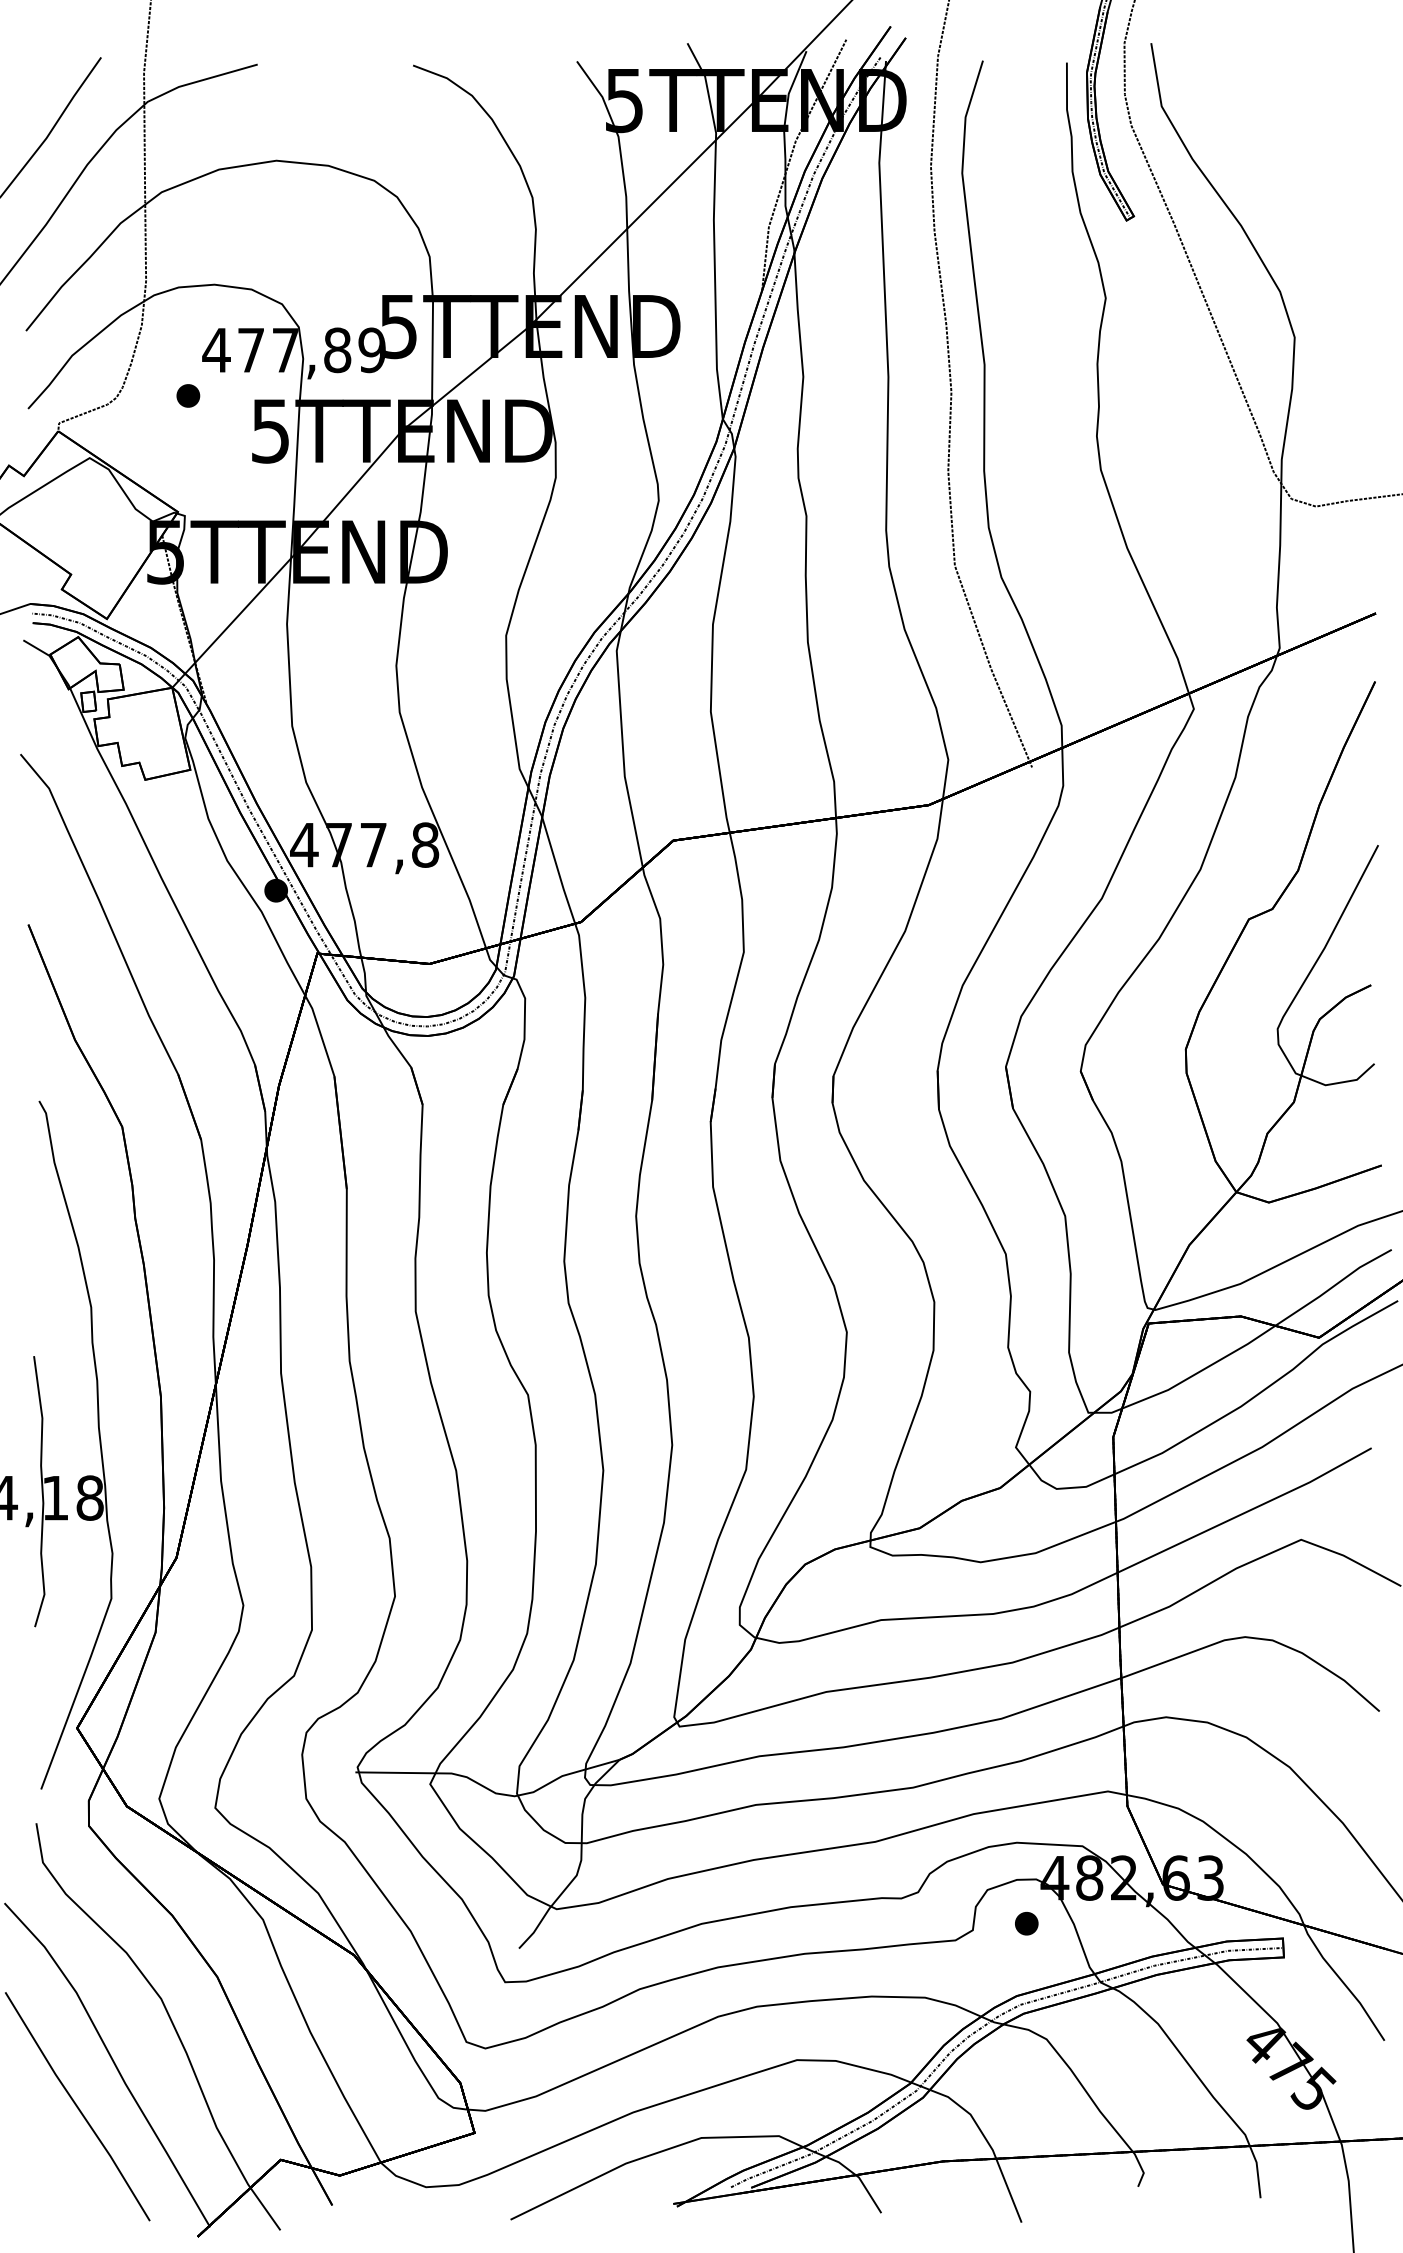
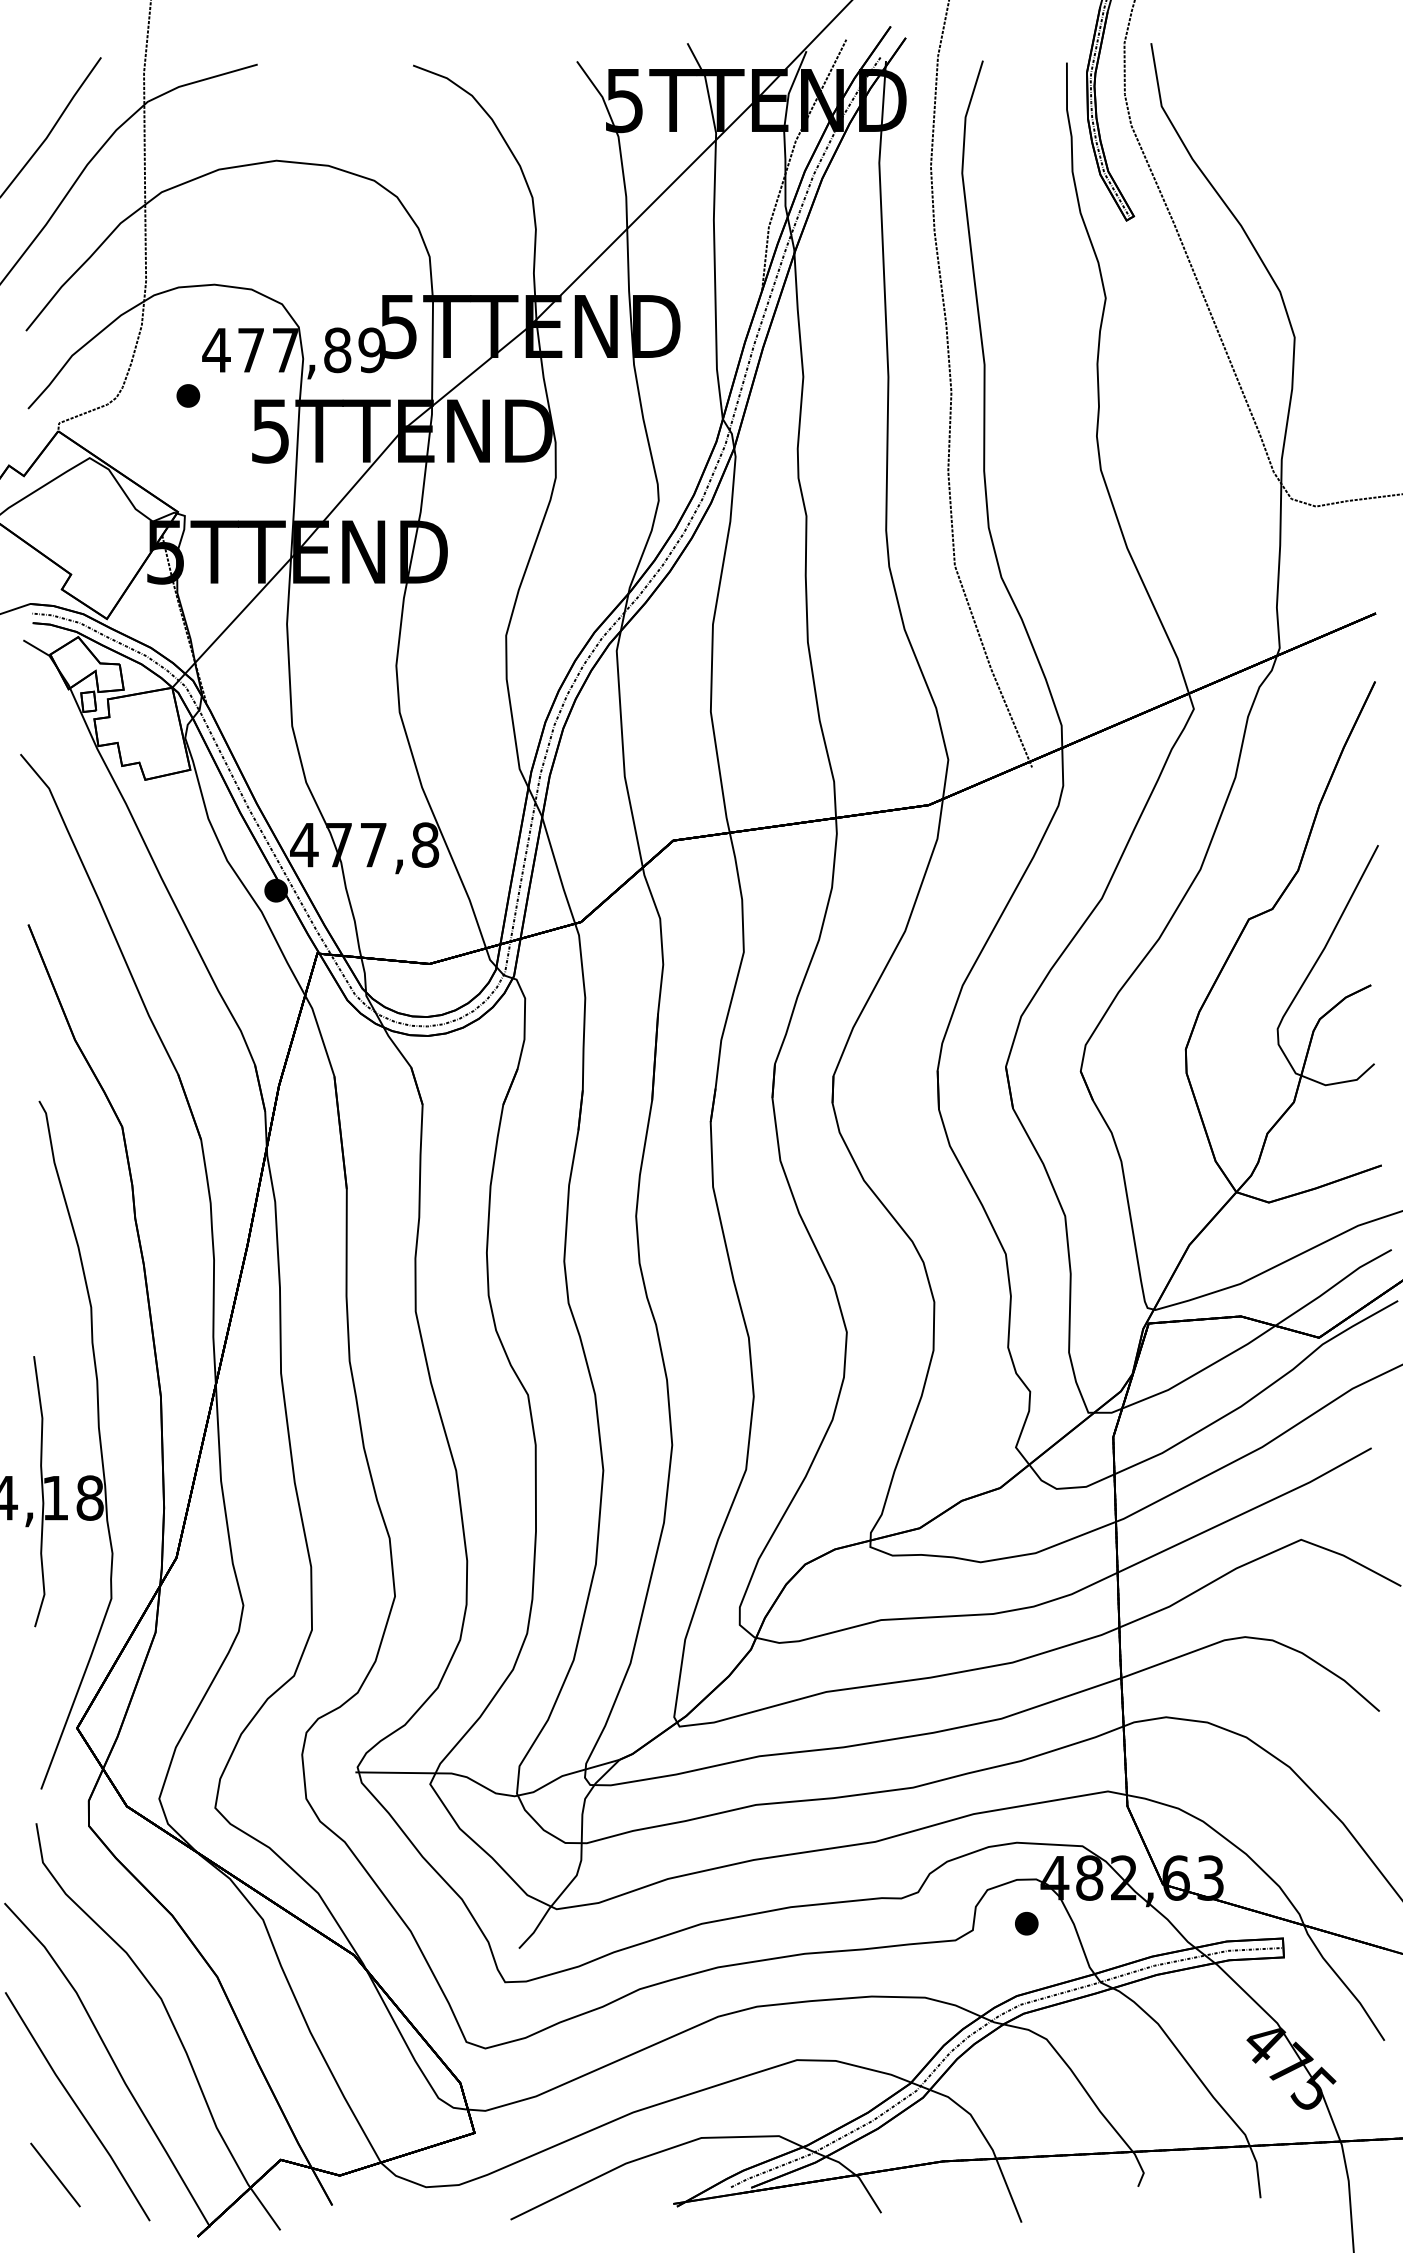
line at (55, 2174): none -> present
